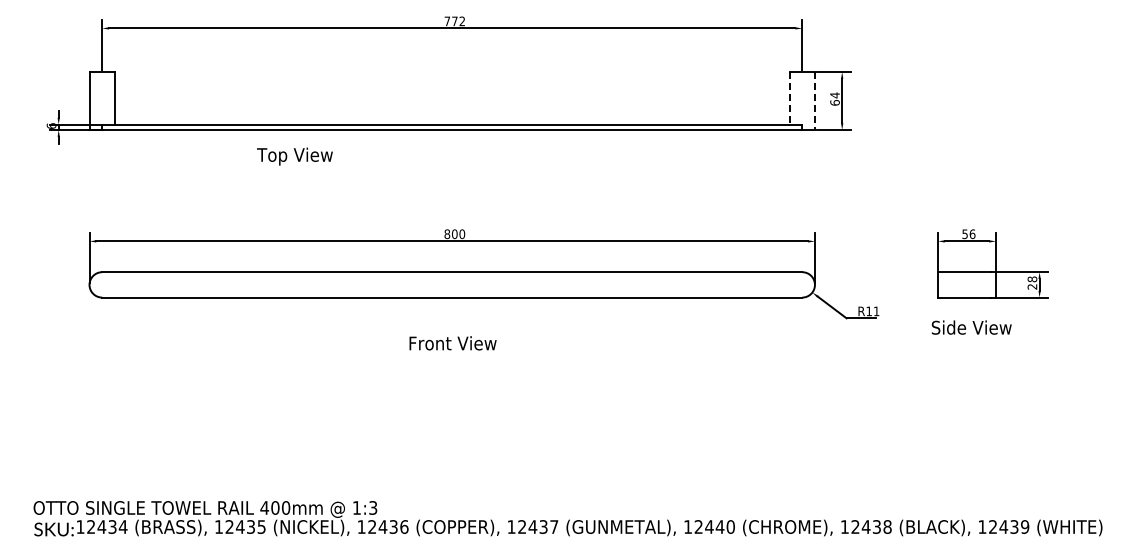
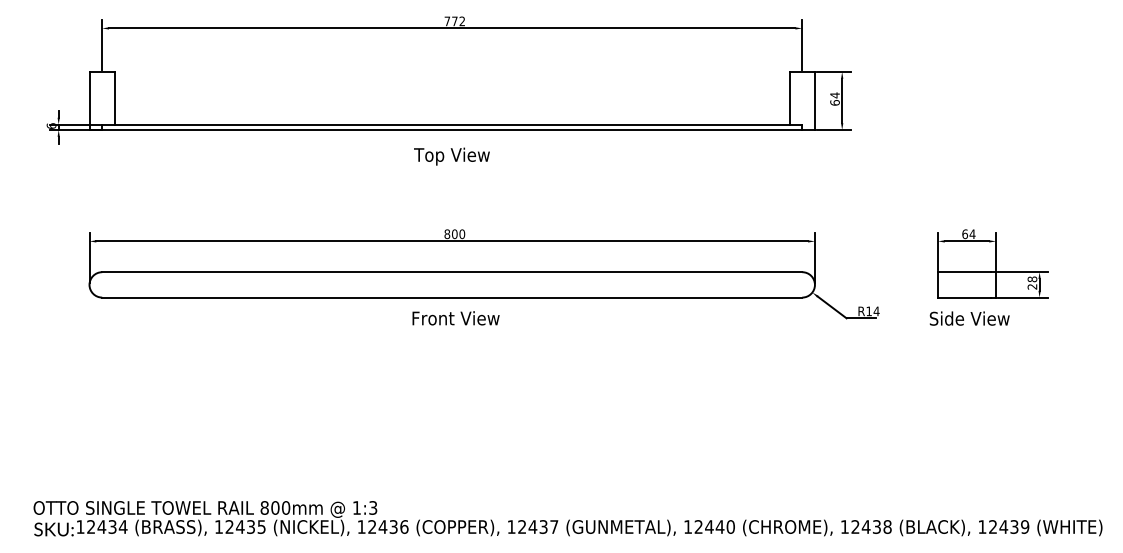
line at (789, 98): dashed -> solid
line at (814, 101): dashed -> solid
text at (294, 156) position: (294, 156) -> (451, 156)
text at (968, 234): 56 -> 64
text at (876, 311): R11 -> R14
text at (971, 327) position: (971, 327) -> (969, 318)
text at (452, 343) position: (452, 343) -> (455, 318)
text at (264, 507): 400mm -> 800mm
